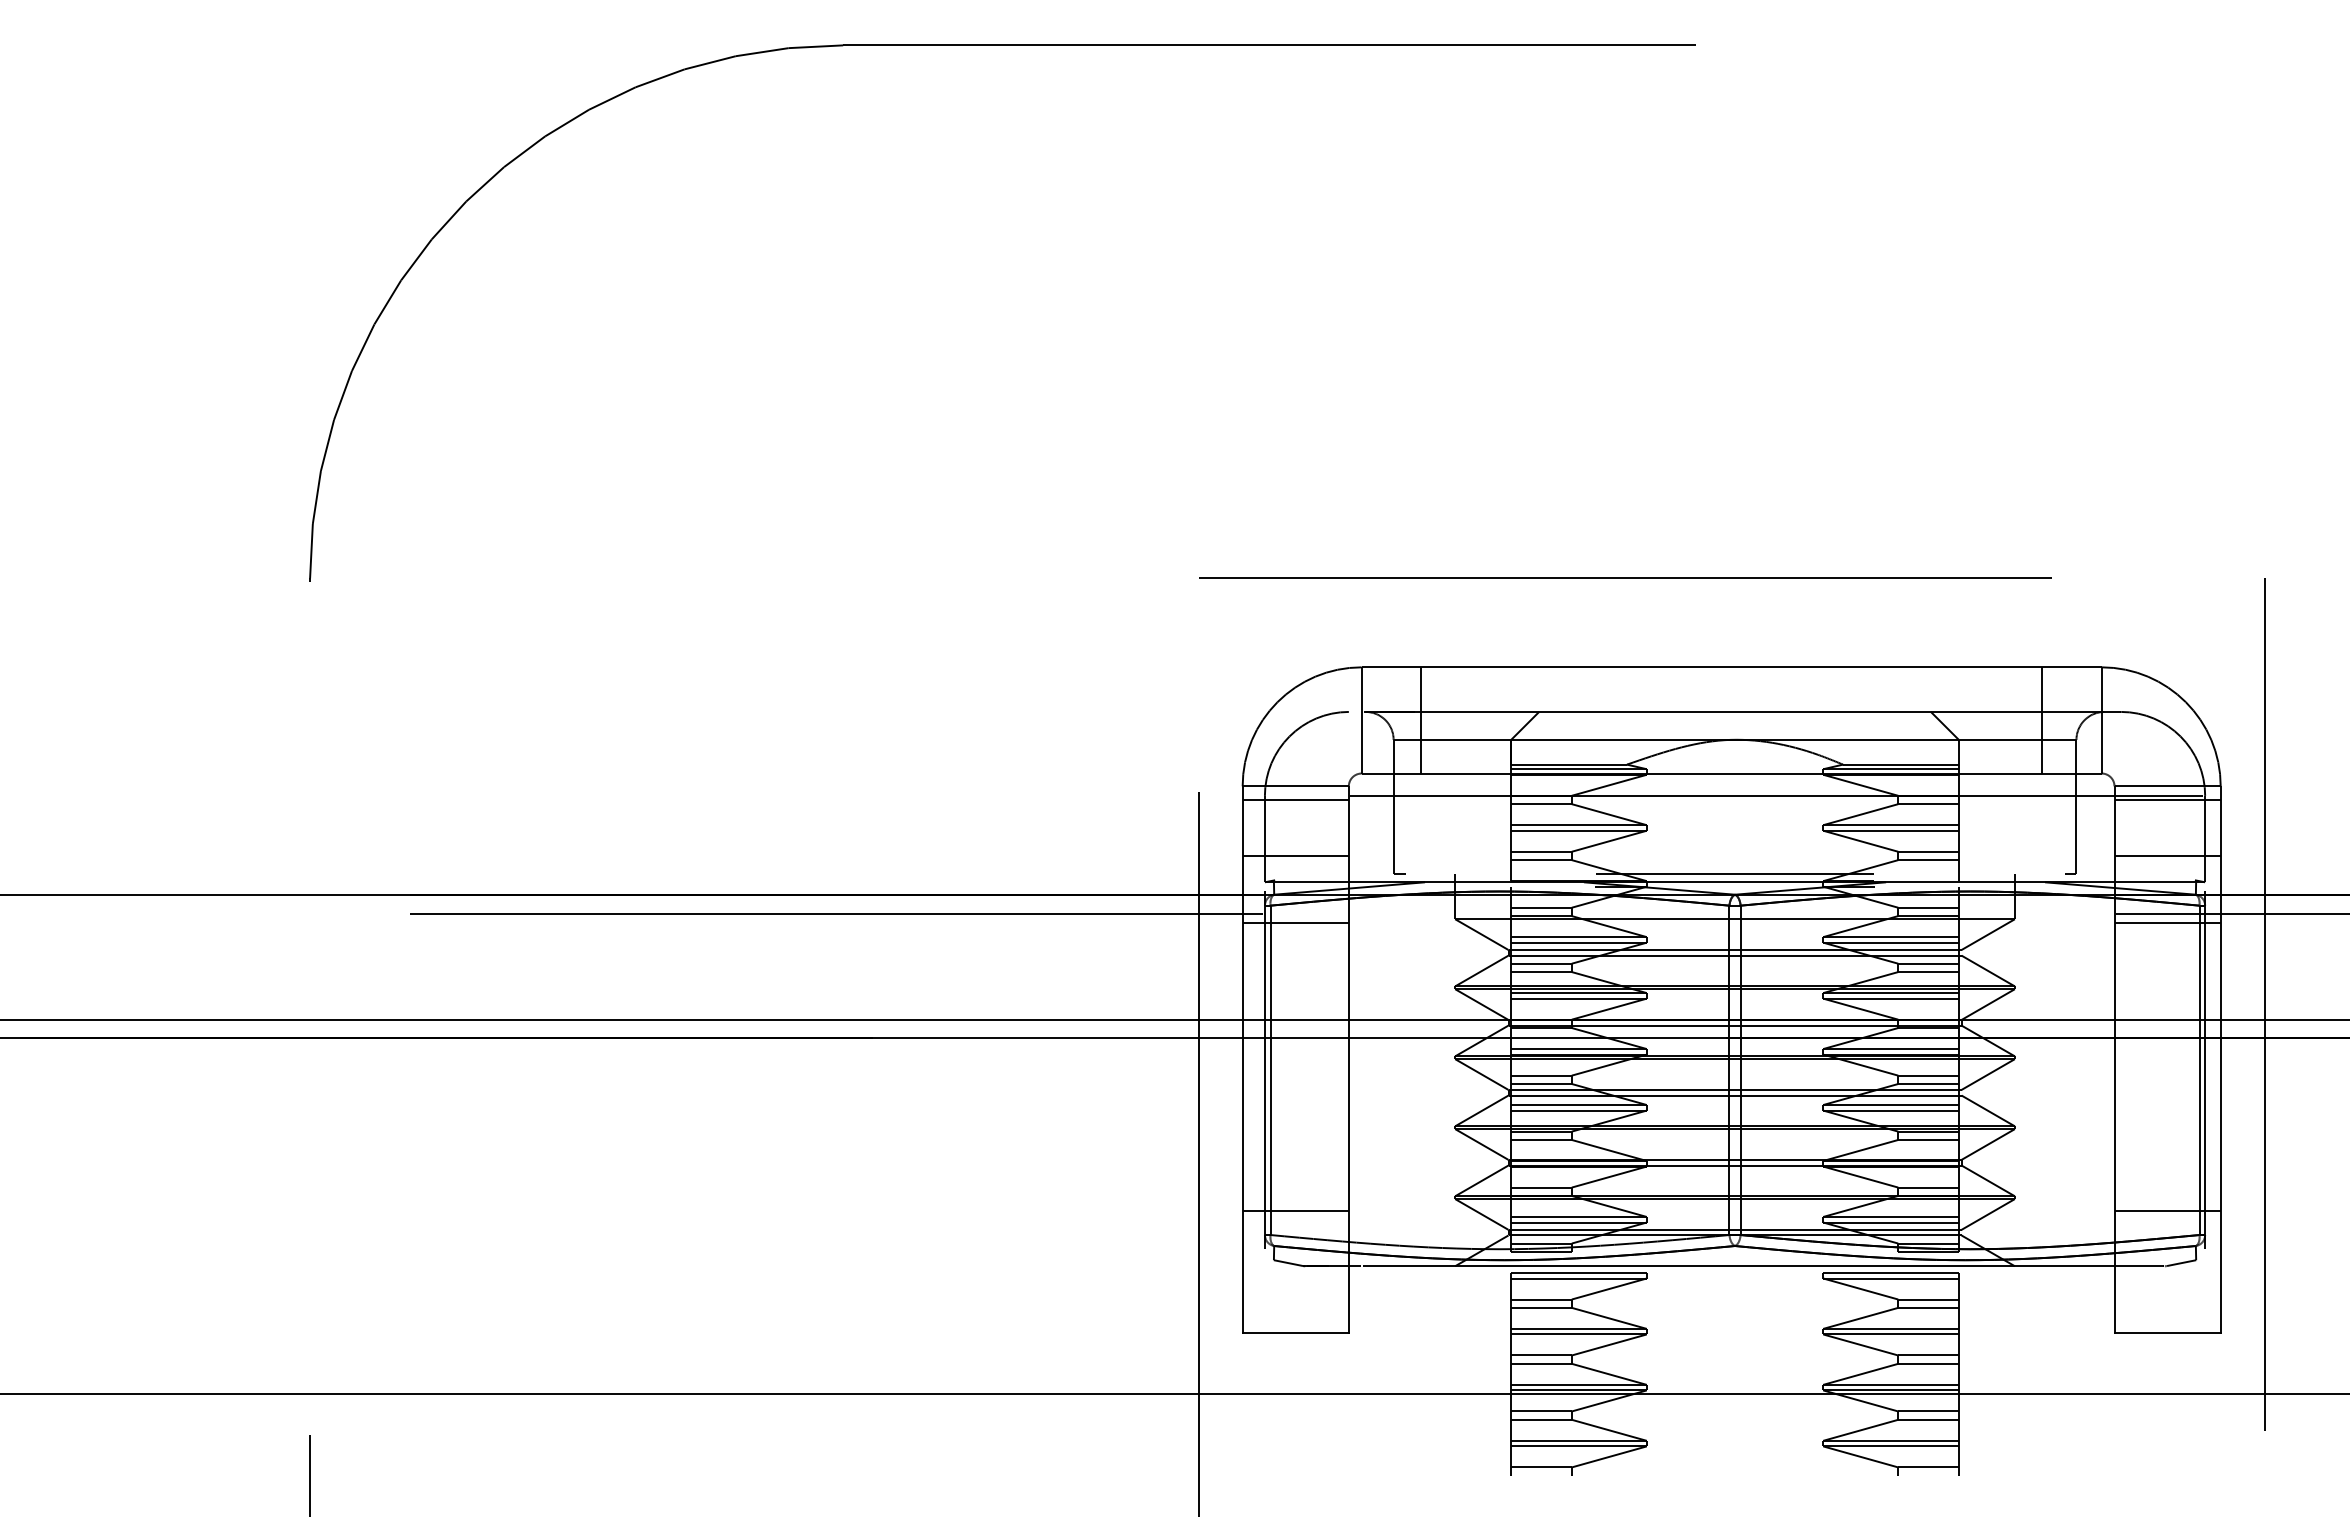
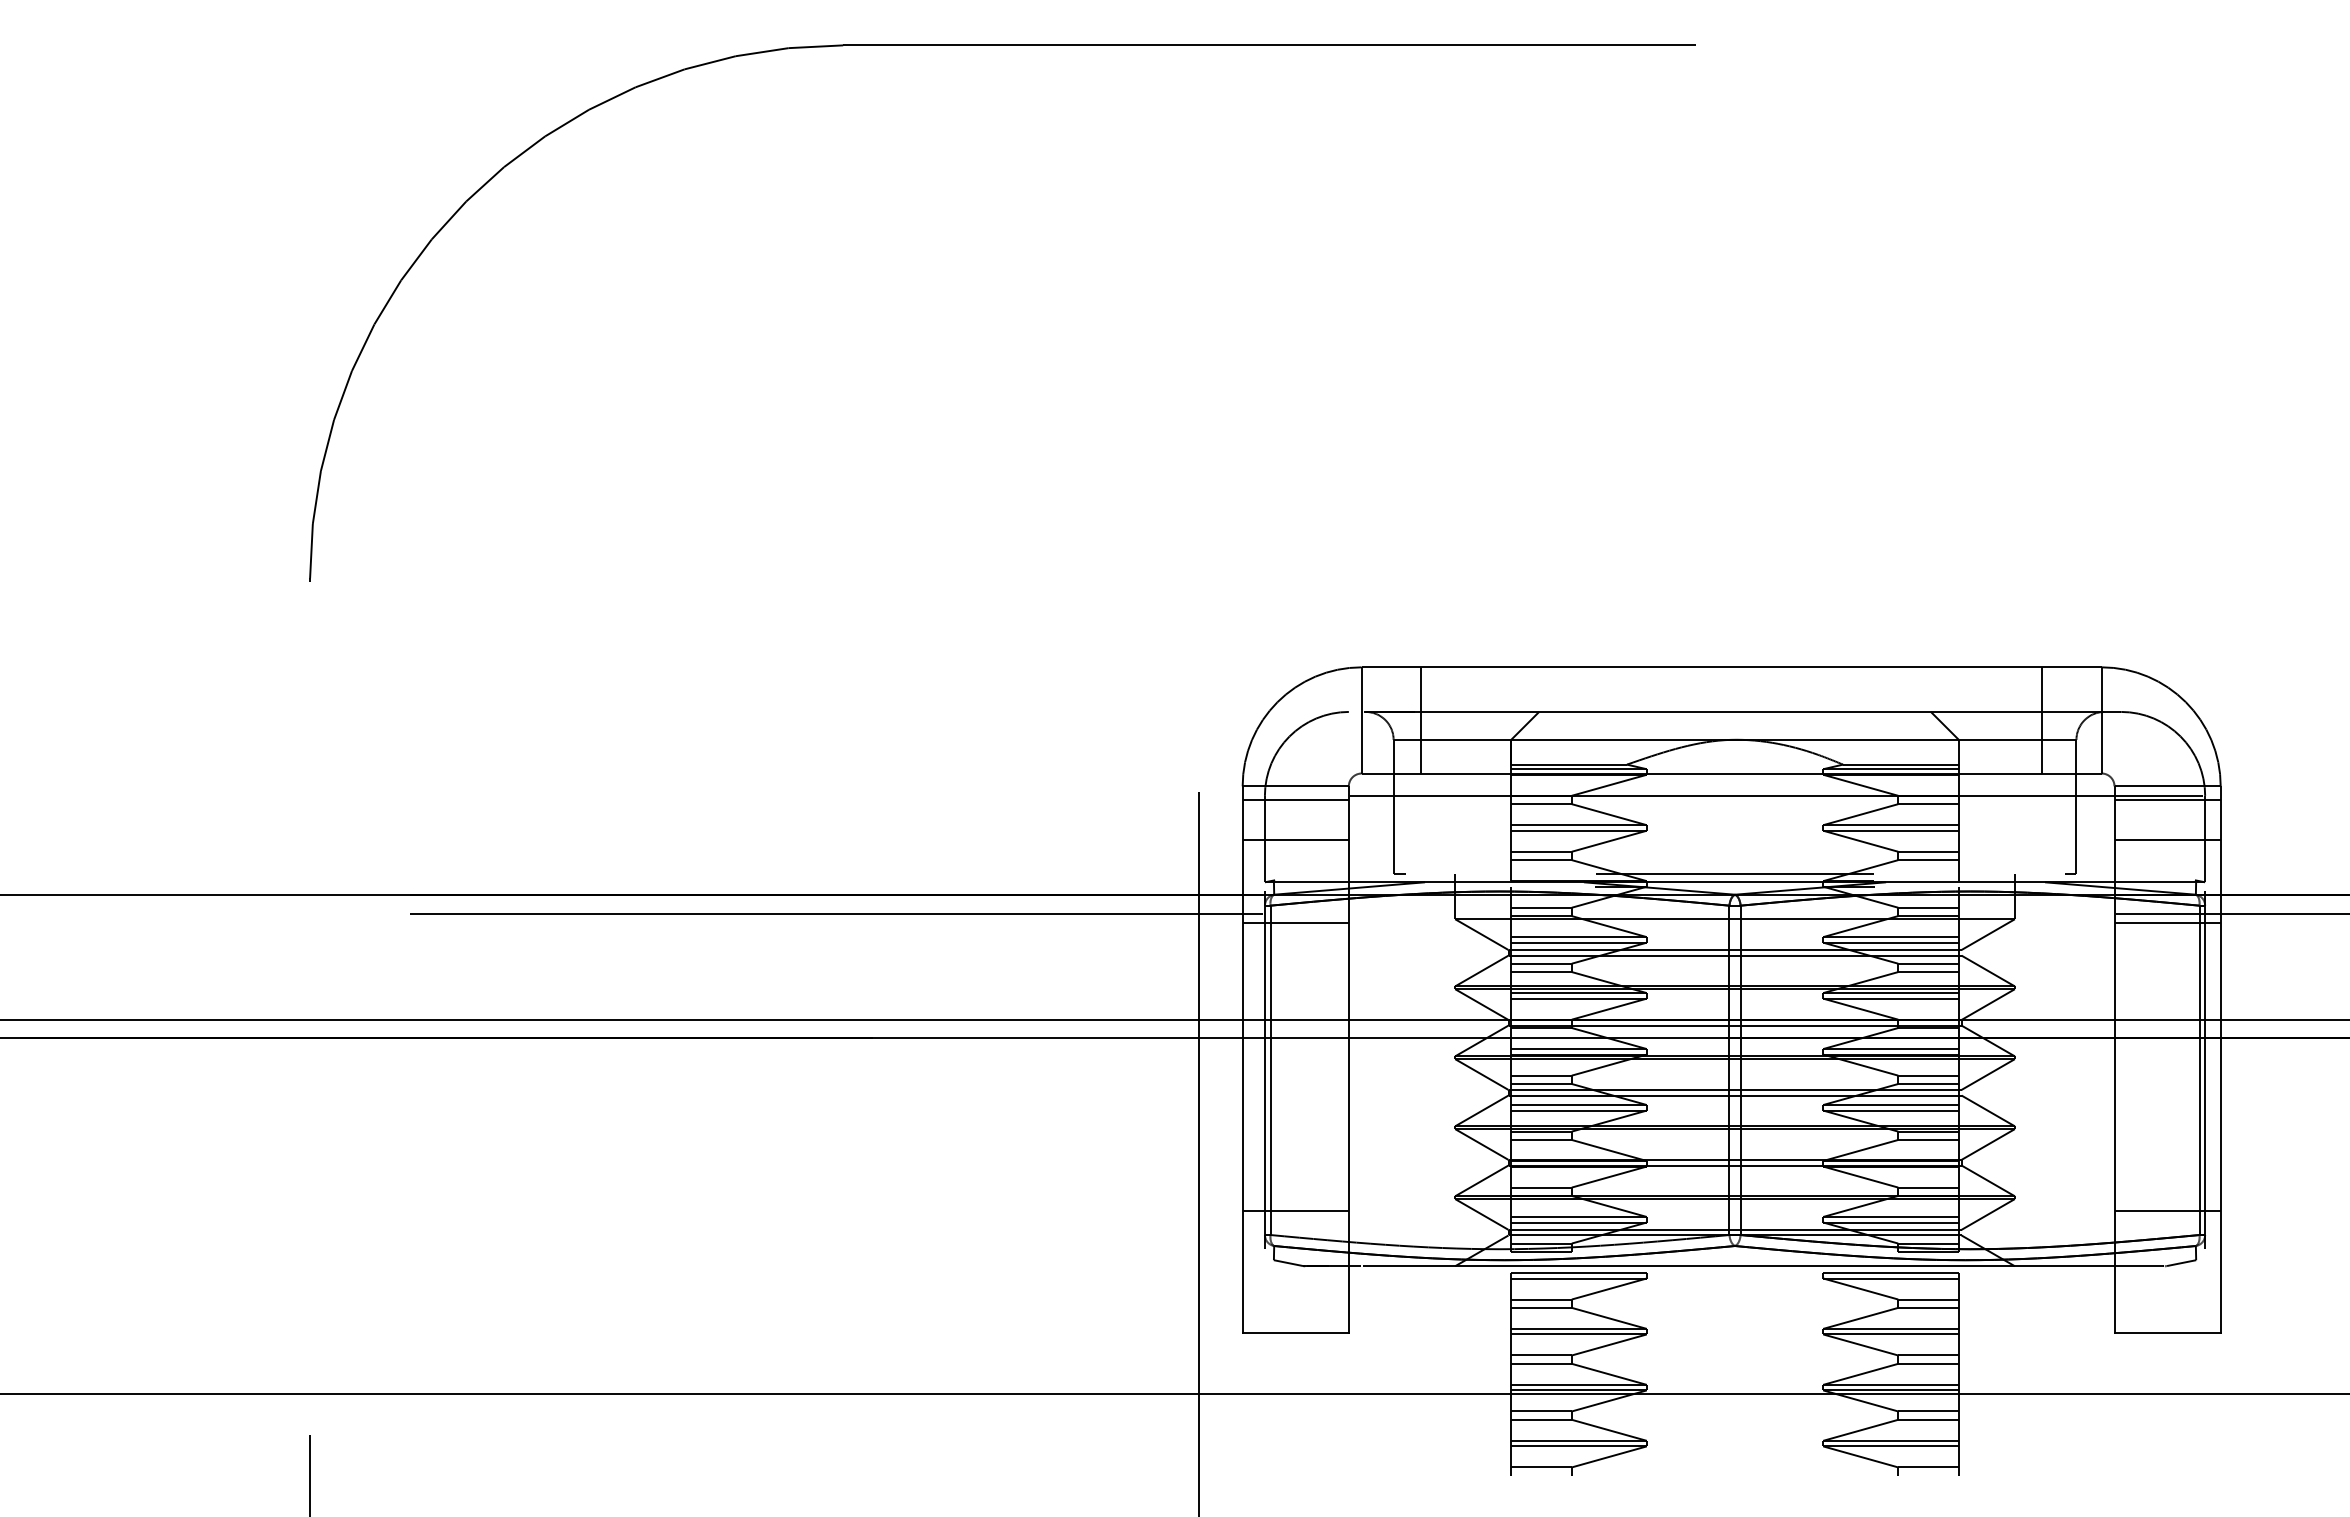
line at (1625, 577): present -> none
line at (1295, 856) position: (1295, 856) -> (1295, 840)
line at (2167, 856) position: (2167, 856) -> (2167, 840)
line at (2264, 1045): present -> none
